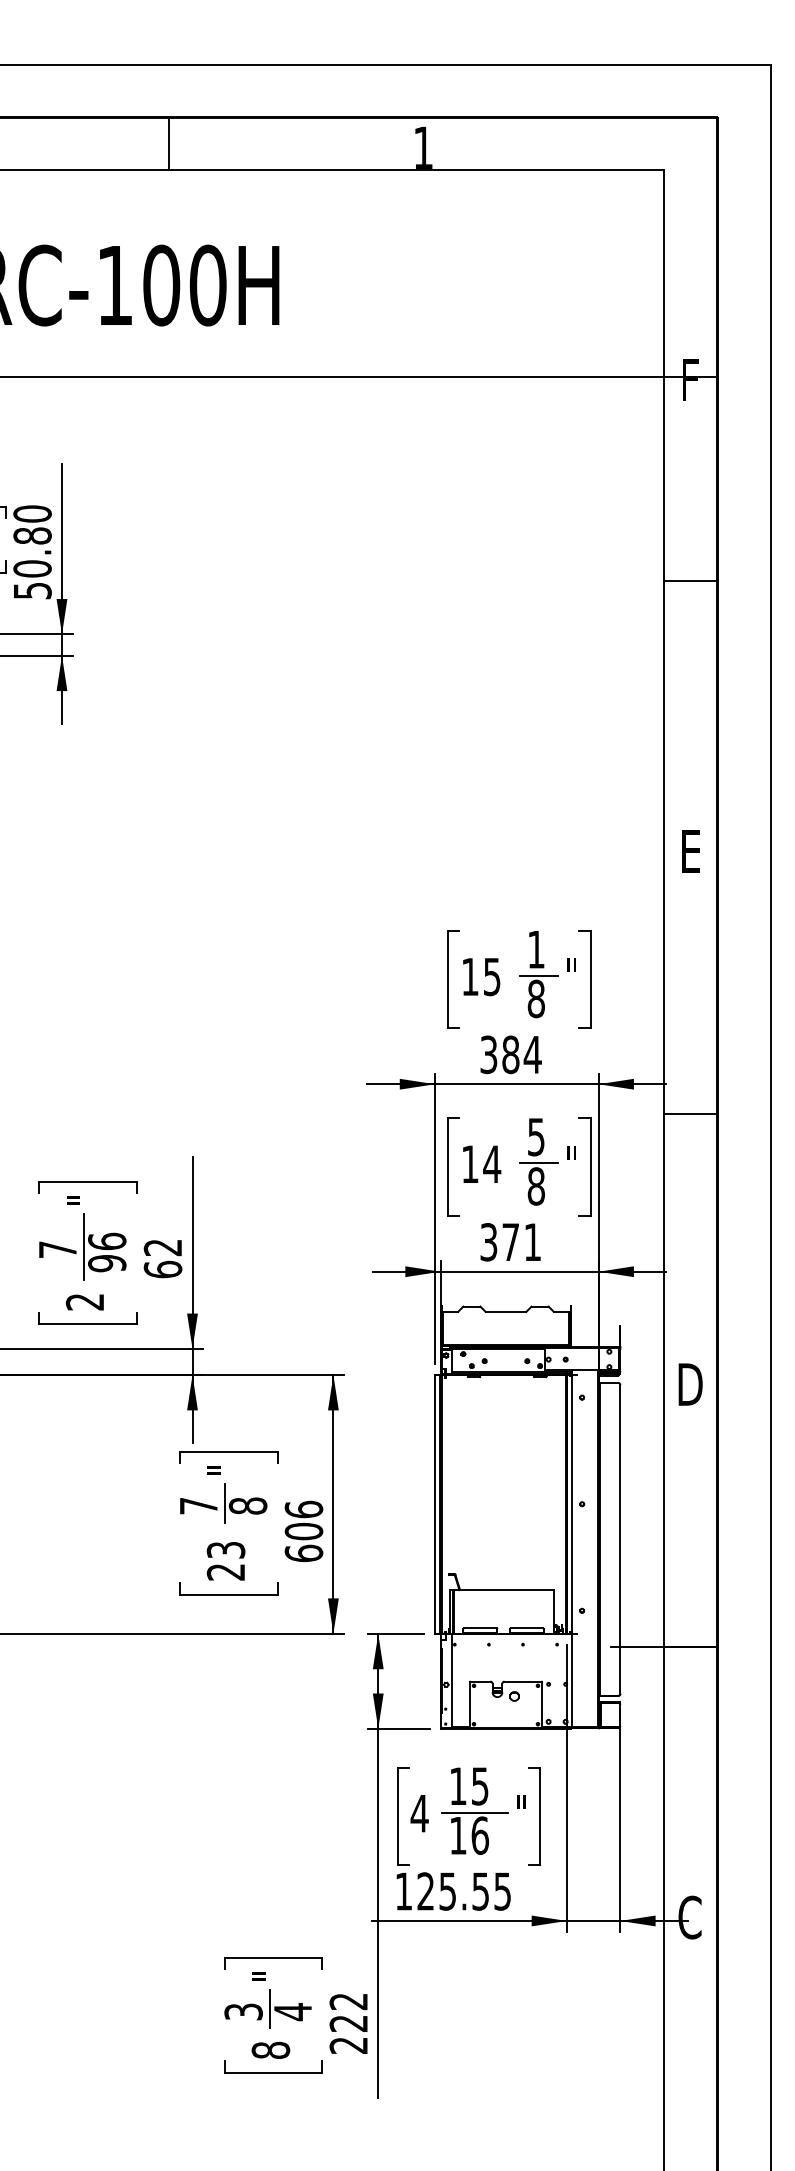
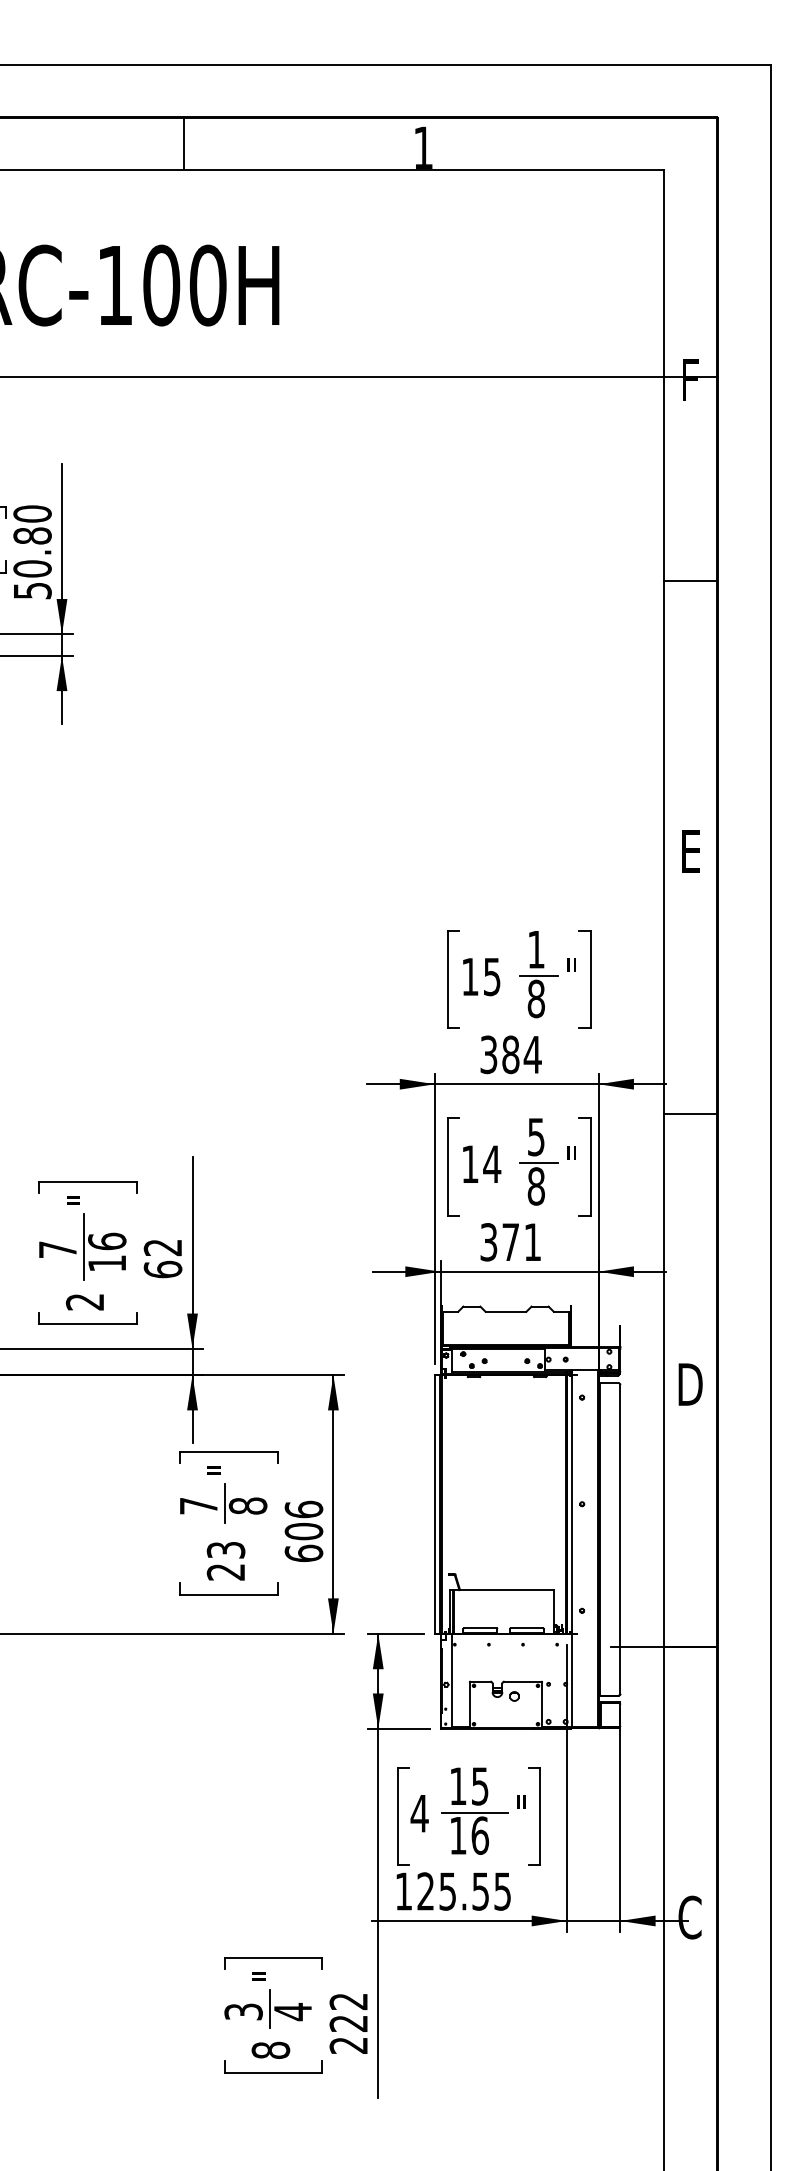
line at (169, 143) position: (169, 143) -> (184, 143)
text at (107, 1263): 96 -> 16
